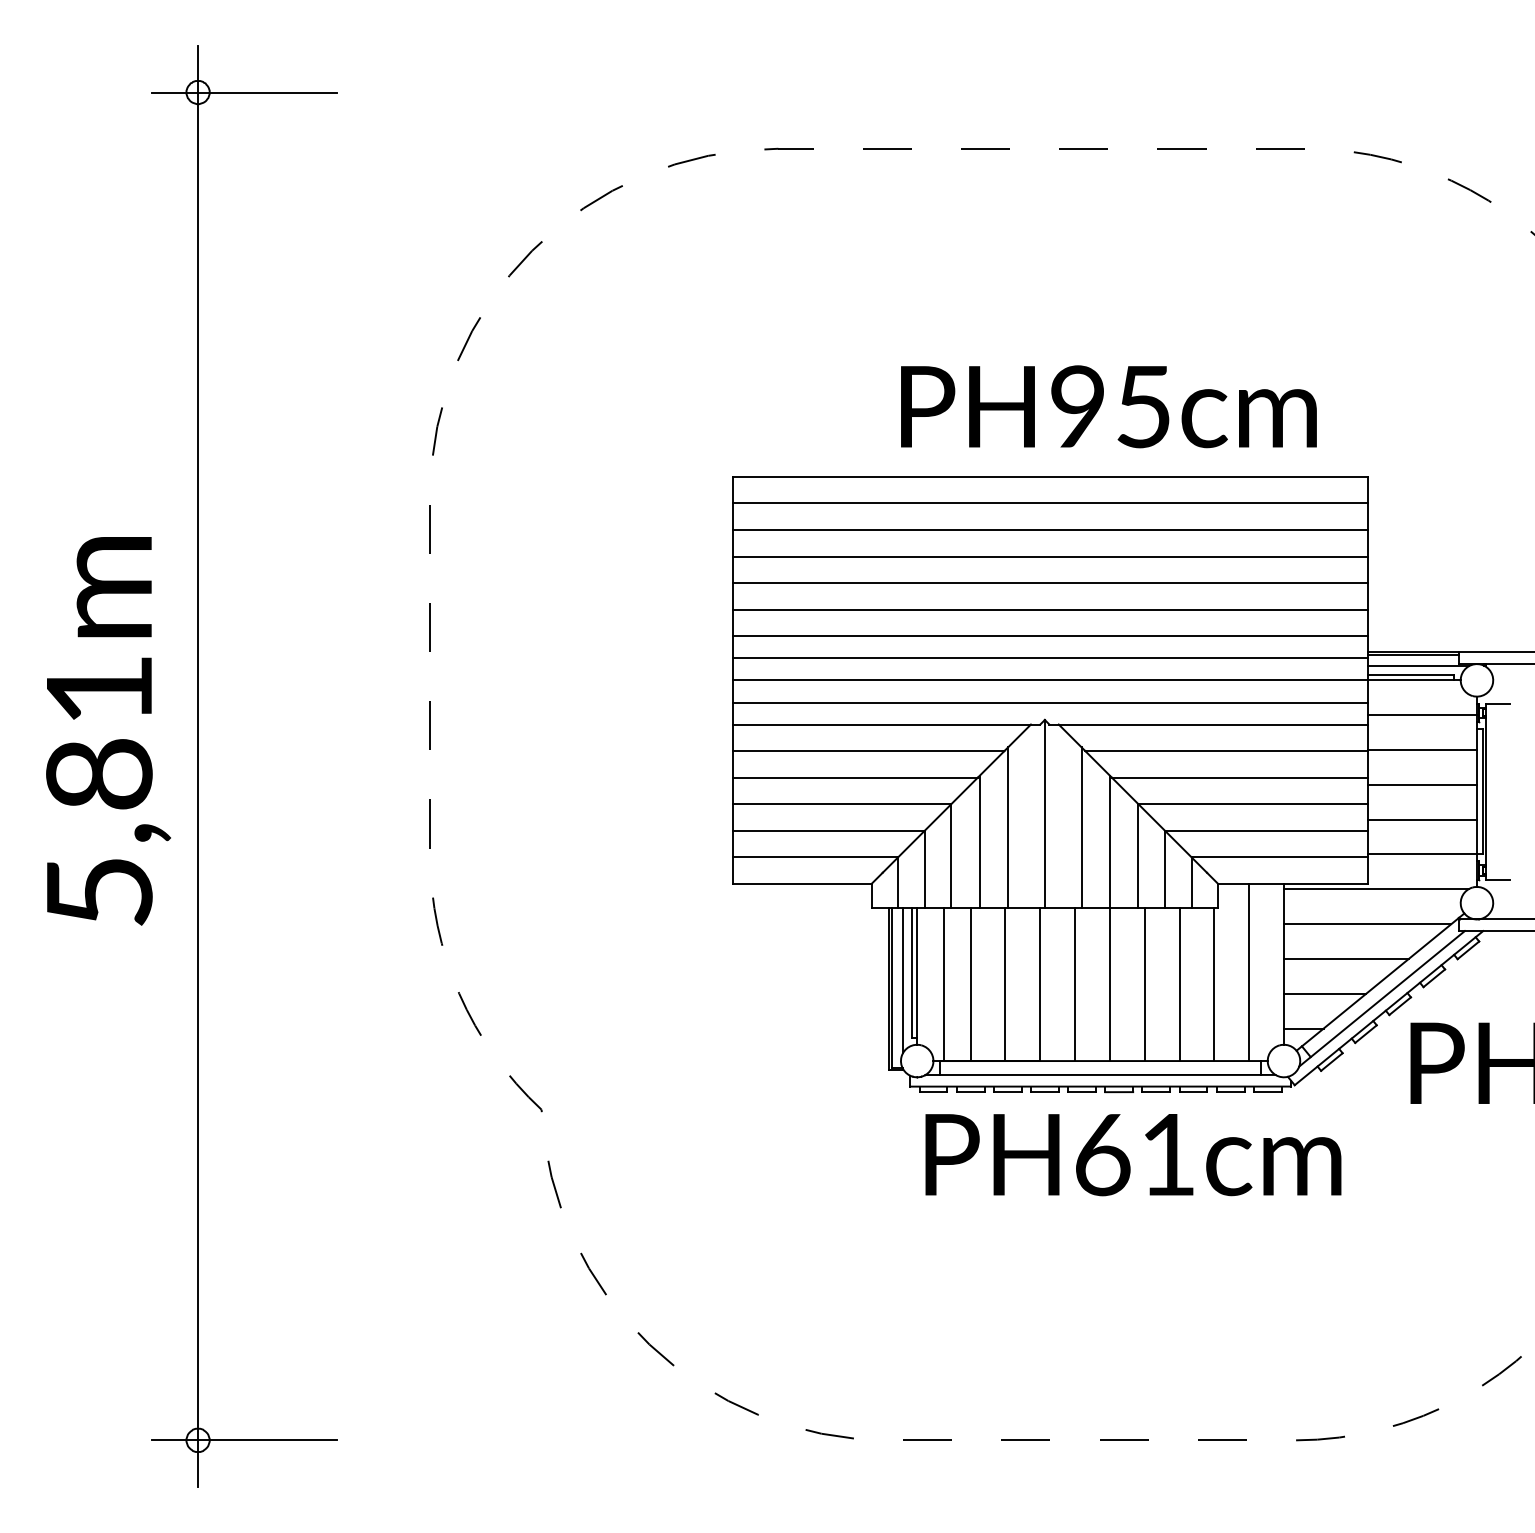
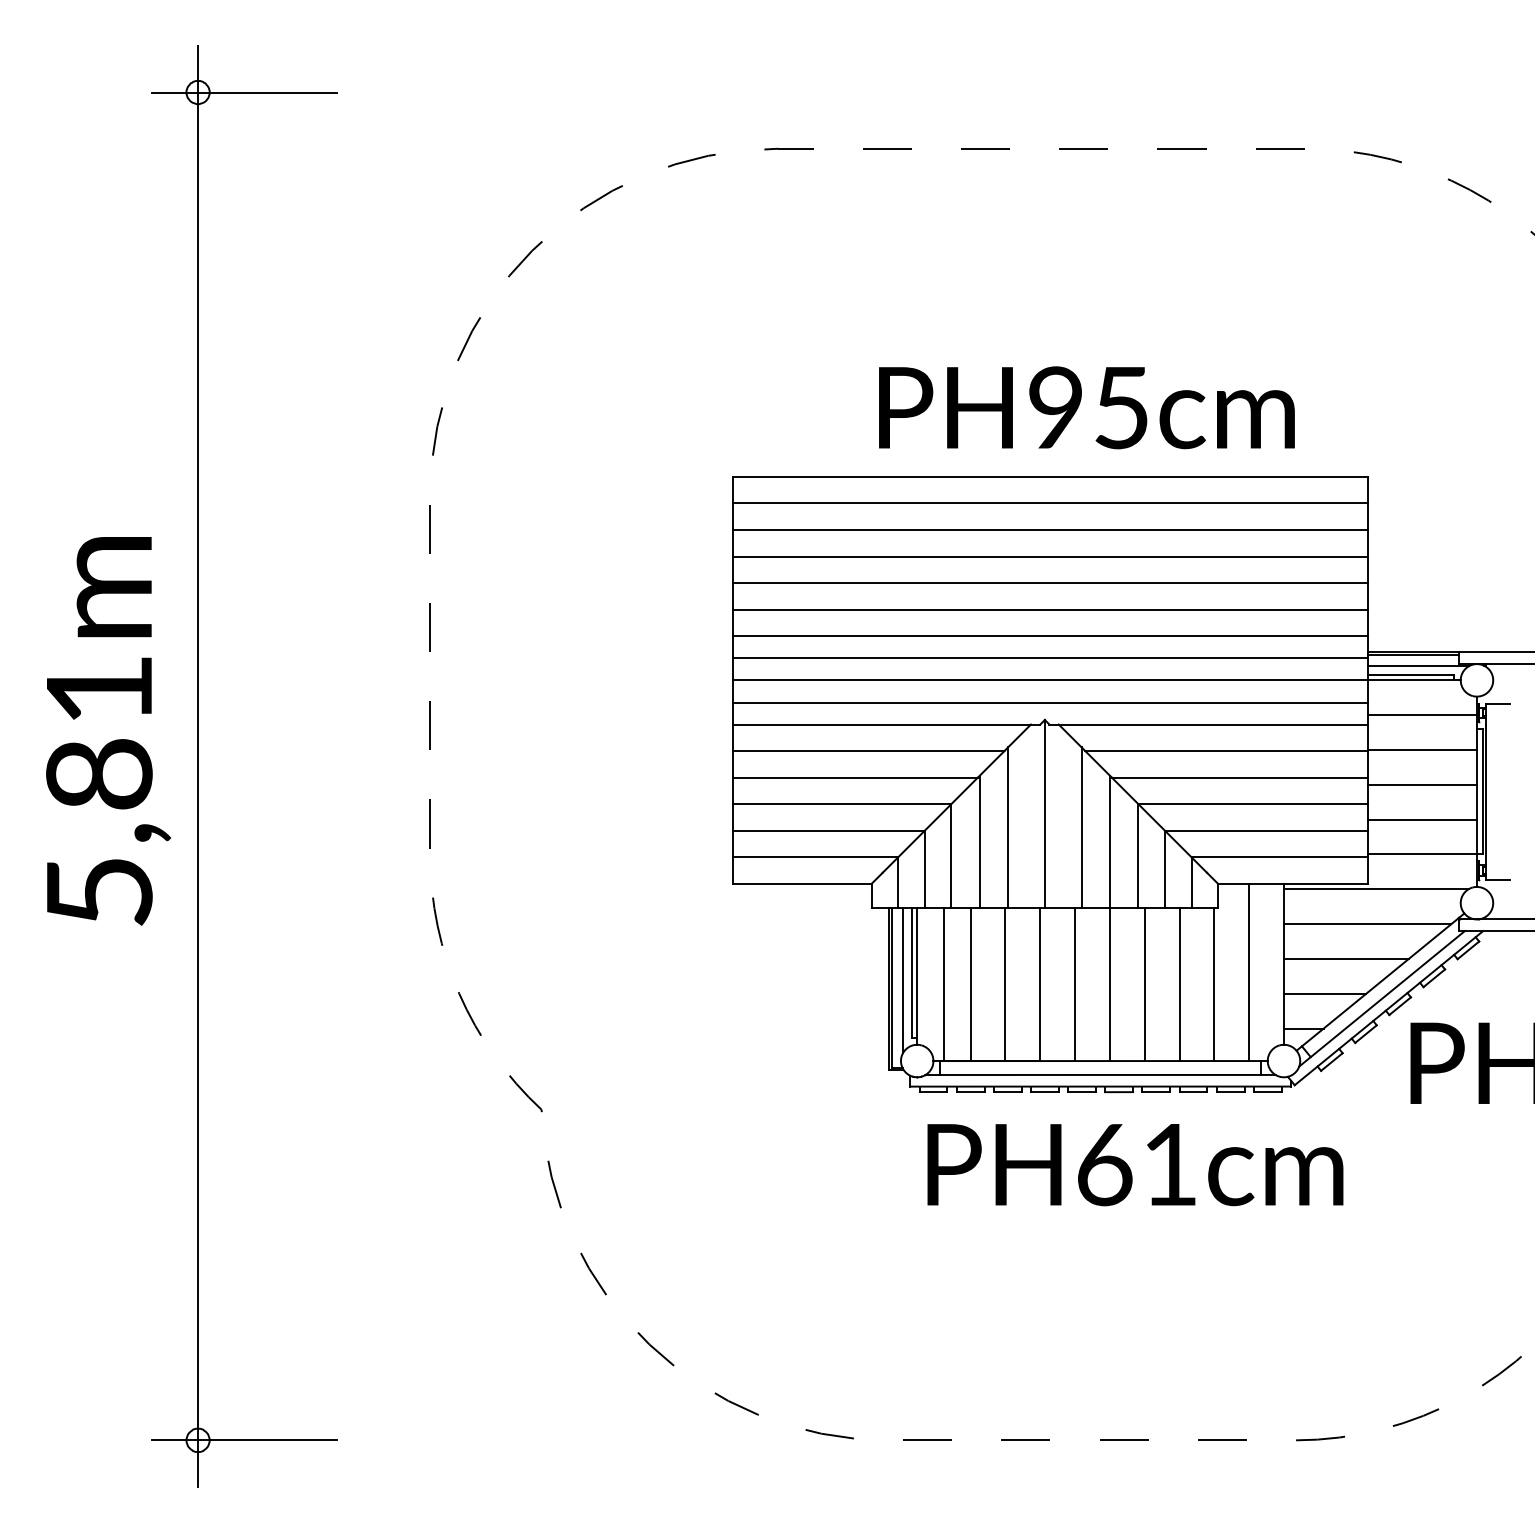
text at (1108, 406) position: (1108, 406) -> (1086, 407)
text at (1133, 1155) position: (1133, 1155) -> (1135, 1165)
